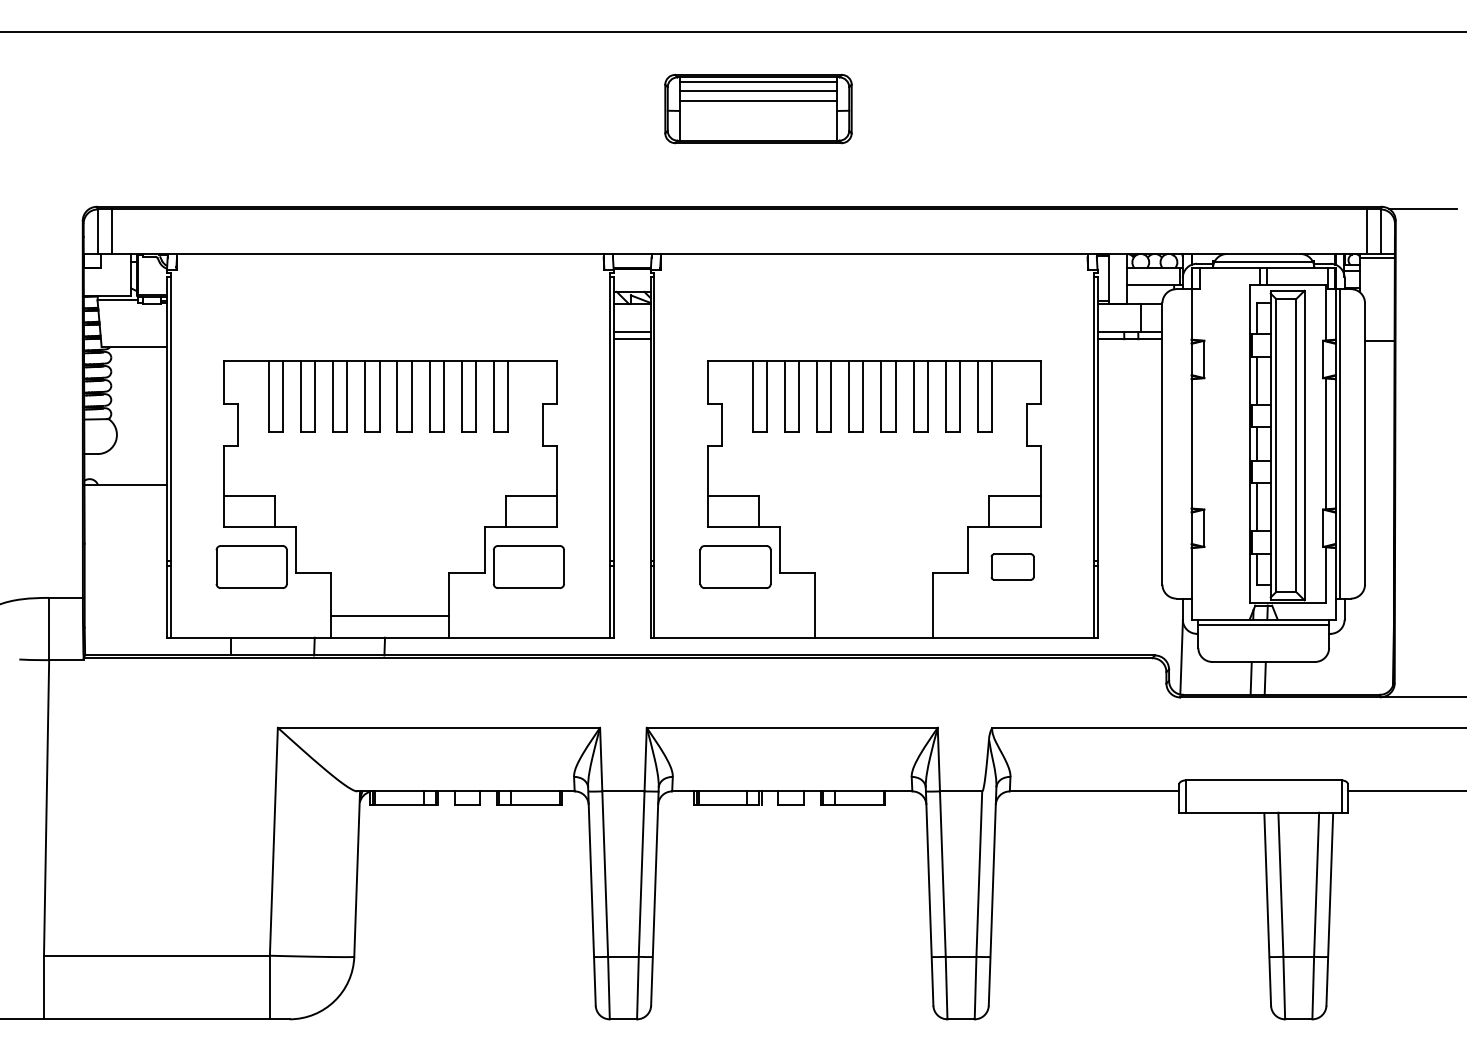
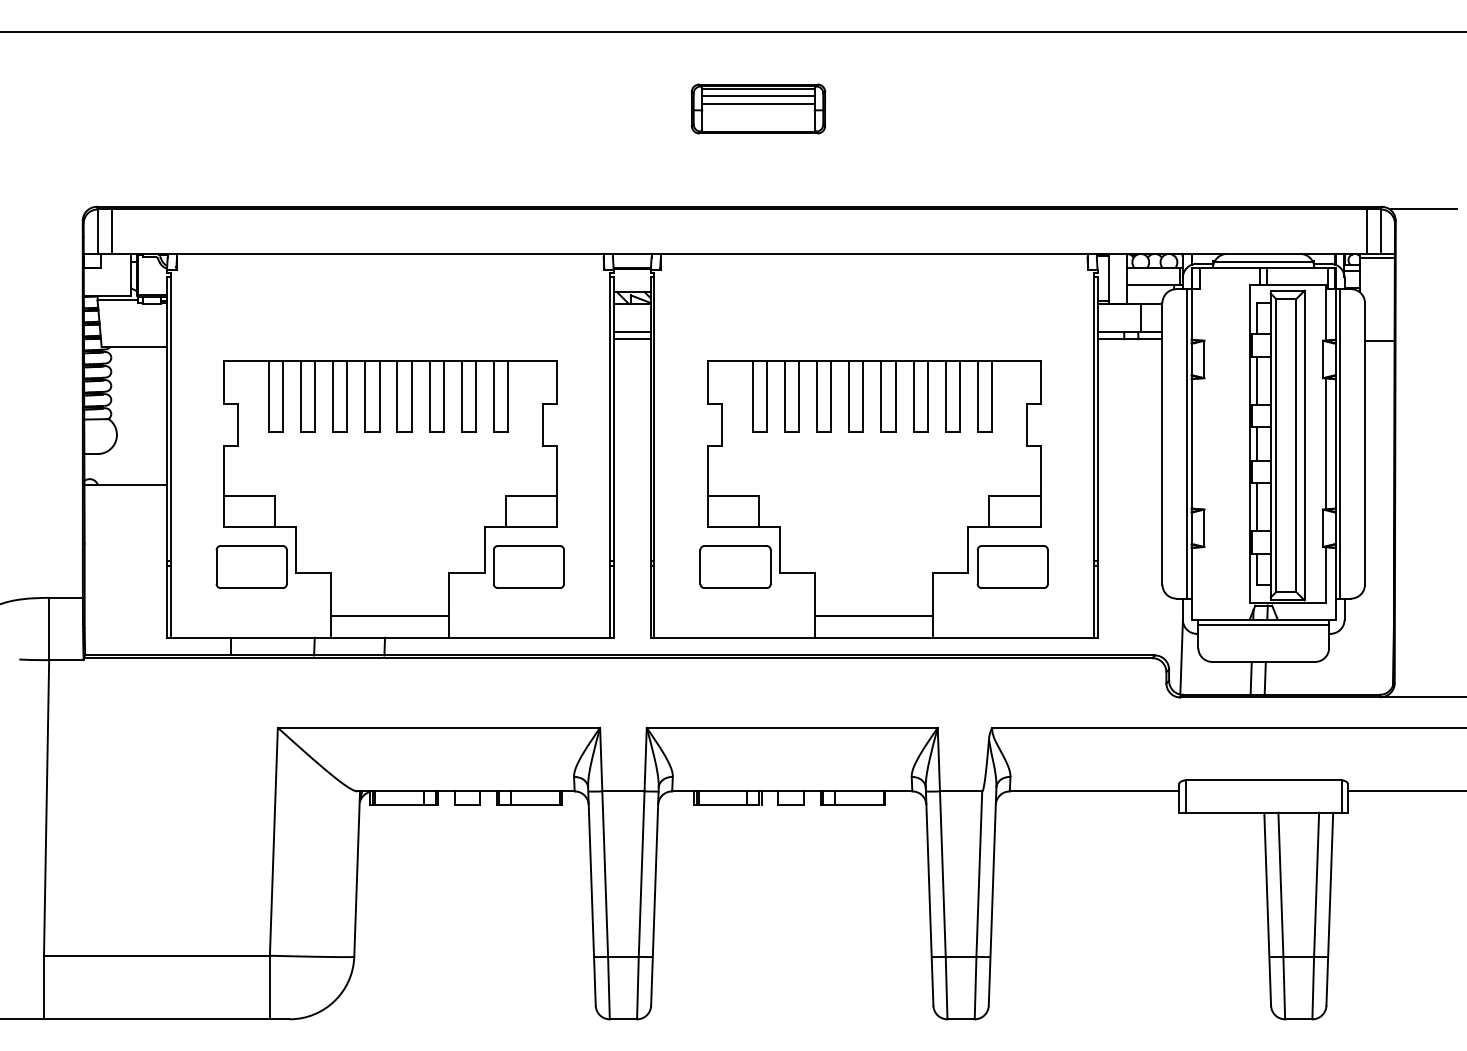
part at (758, 108) size: 189x72 px -> 137x52 px
line at (1187, 443): none -> present
part at (1012, 566) size: 45x28 px -> 73x44 px
line at (874, 616): none -> present
